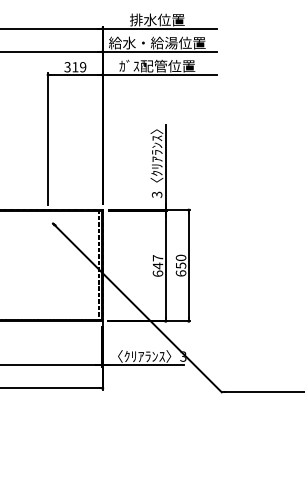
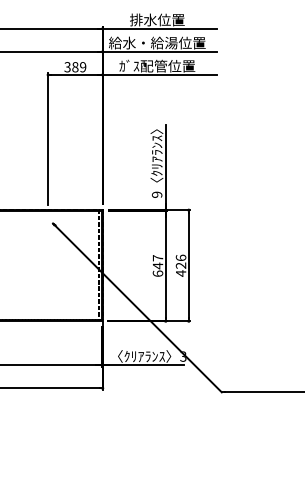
text at (75, 67): 319 -> 389
text at (157, 194): 3 -> 9
text at (180, 265): 650 -> 426
